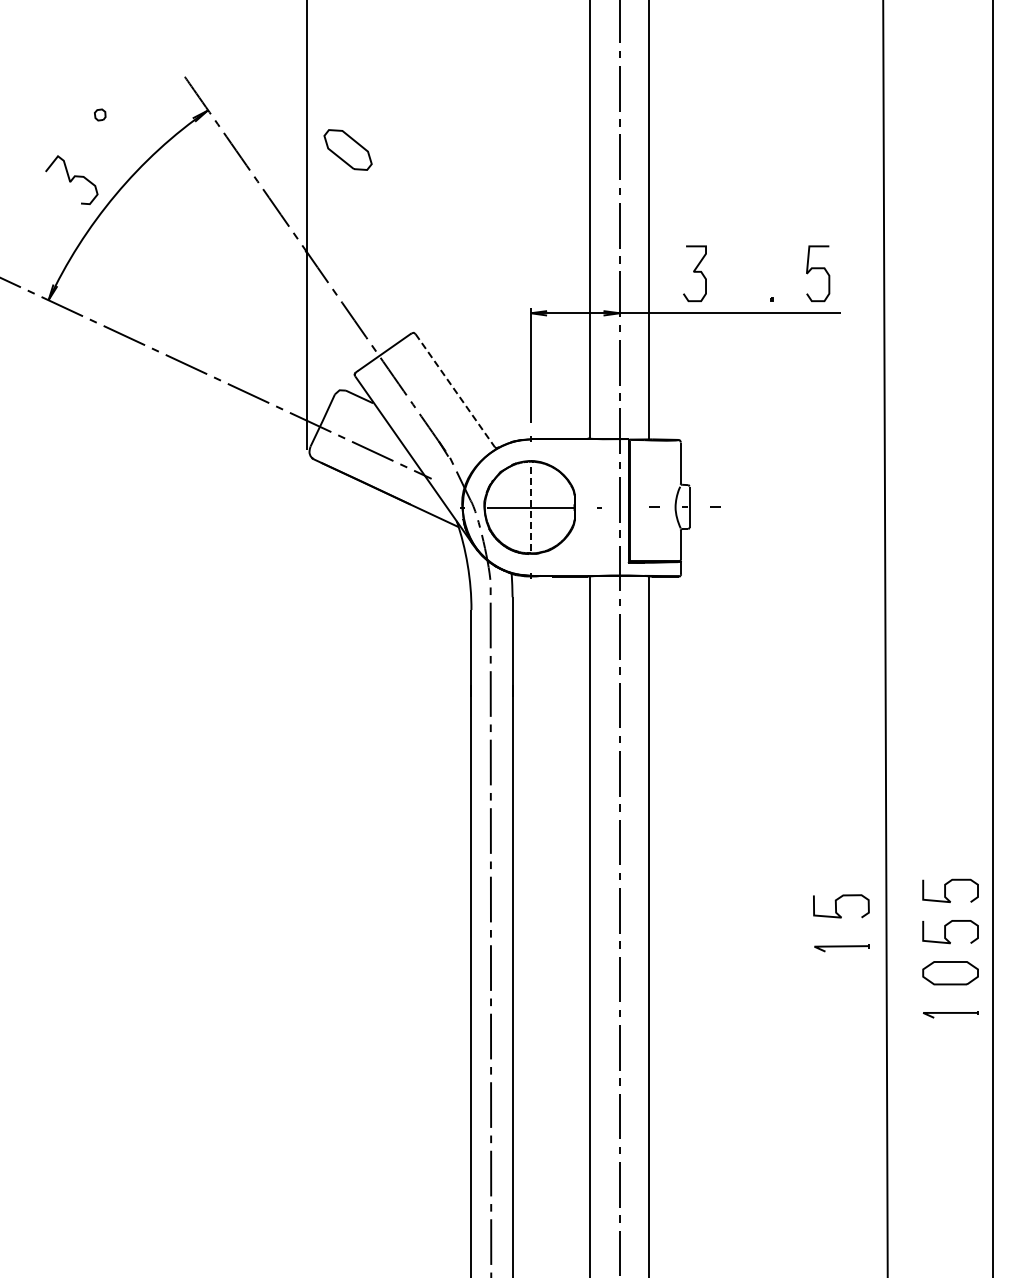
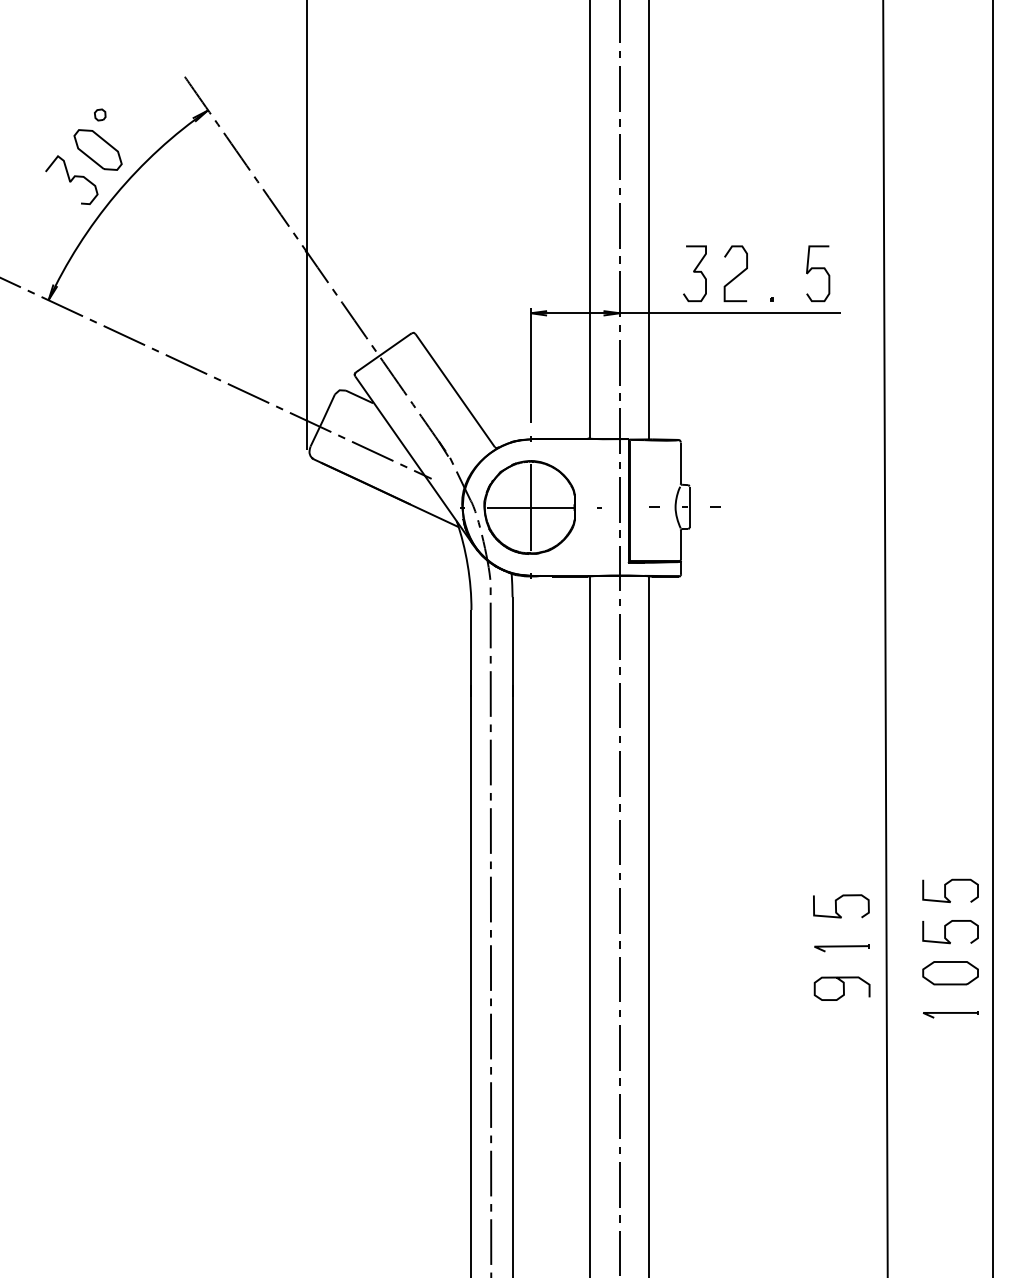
part at (347, 149) position: (347, 149) -> (97, 149)
curve at (737, 274): none -> present
line at (455, 390): dashed -> solid
line at (530, 507): dashed -> solid
curve at (843, 988): none -> present
